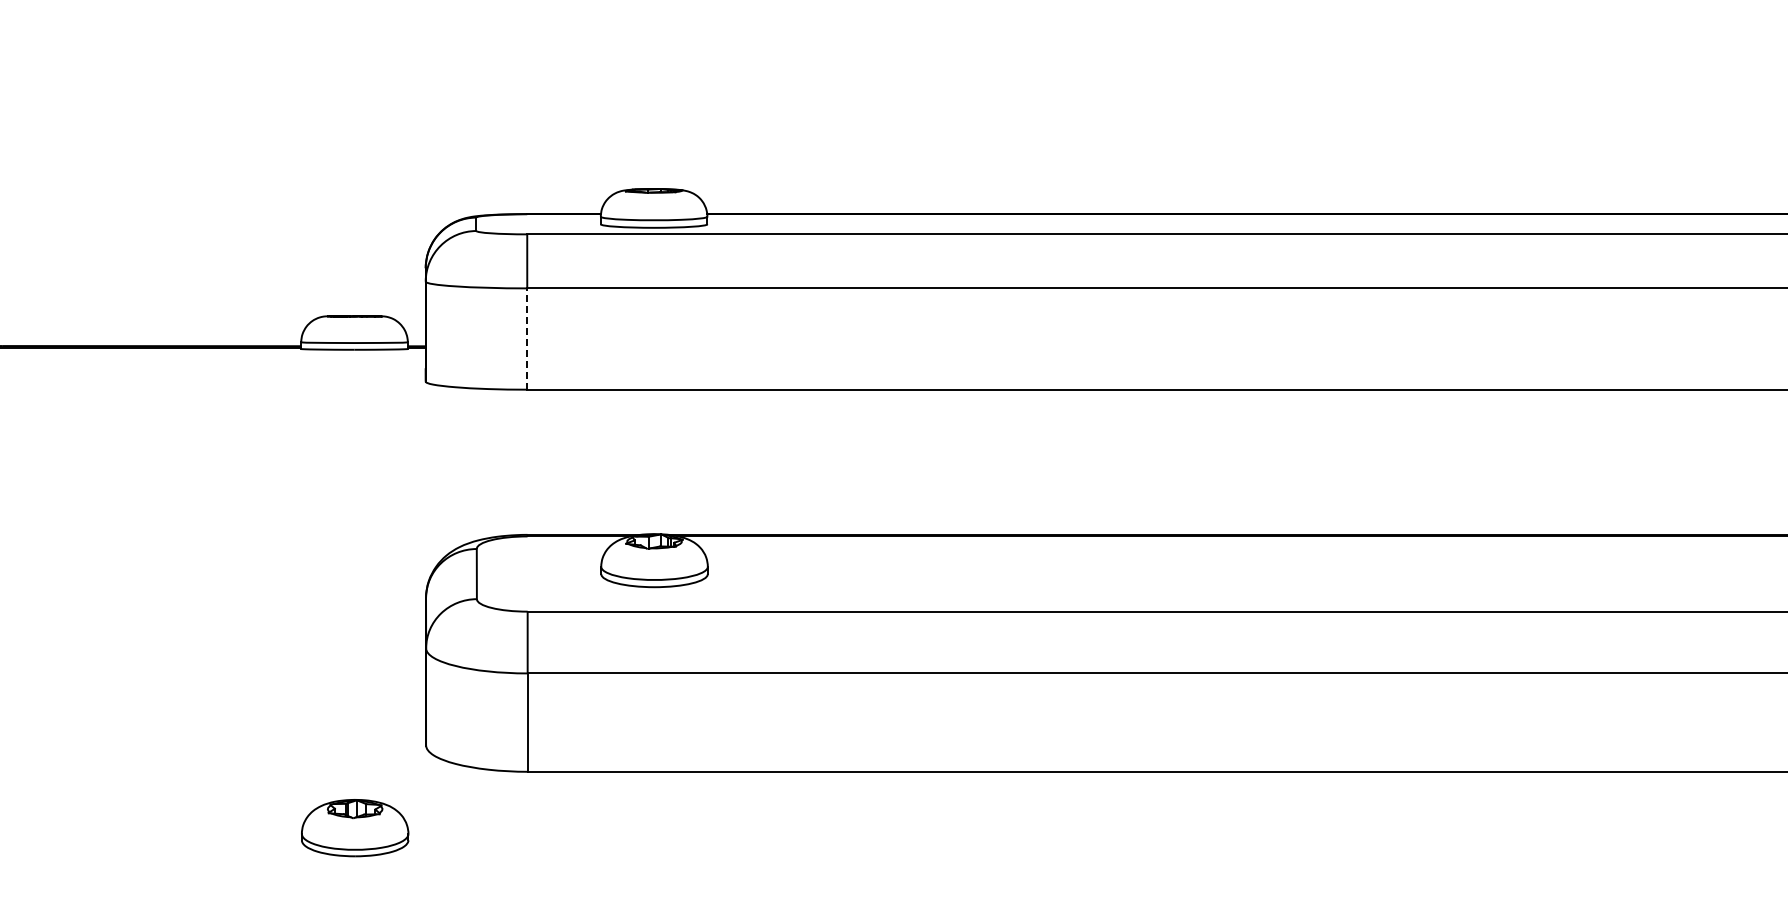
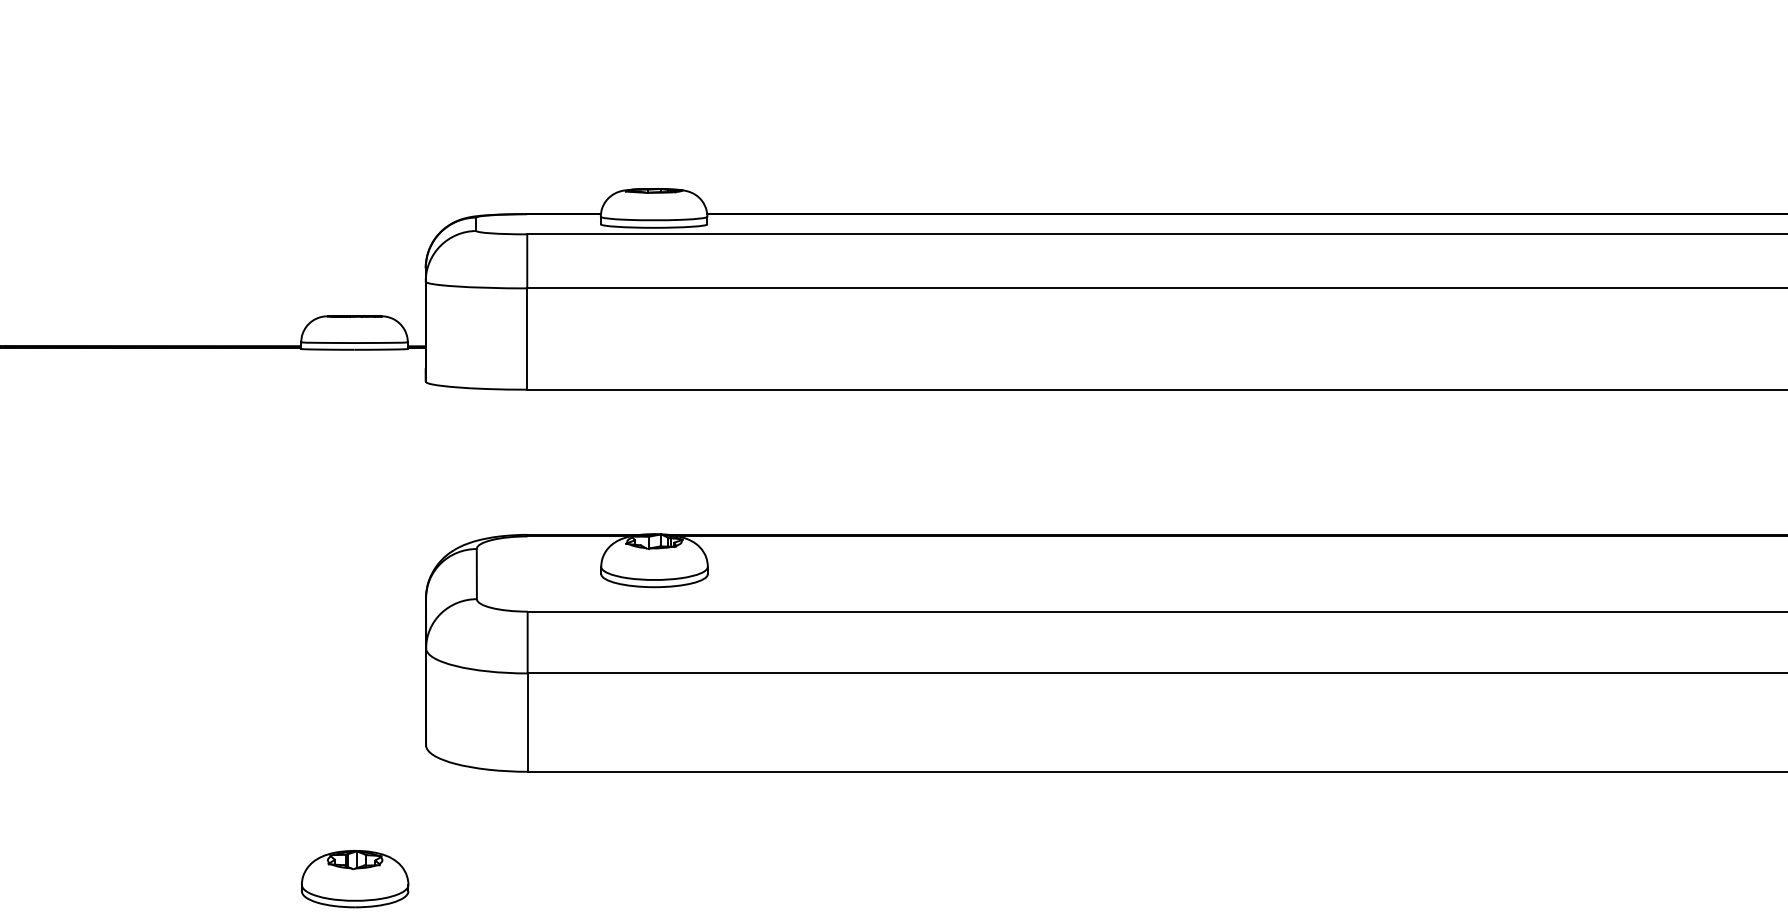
line at (527, 339): dashed -> solid
part at (355, 828) position: (355, 828) -> (355, 879)
